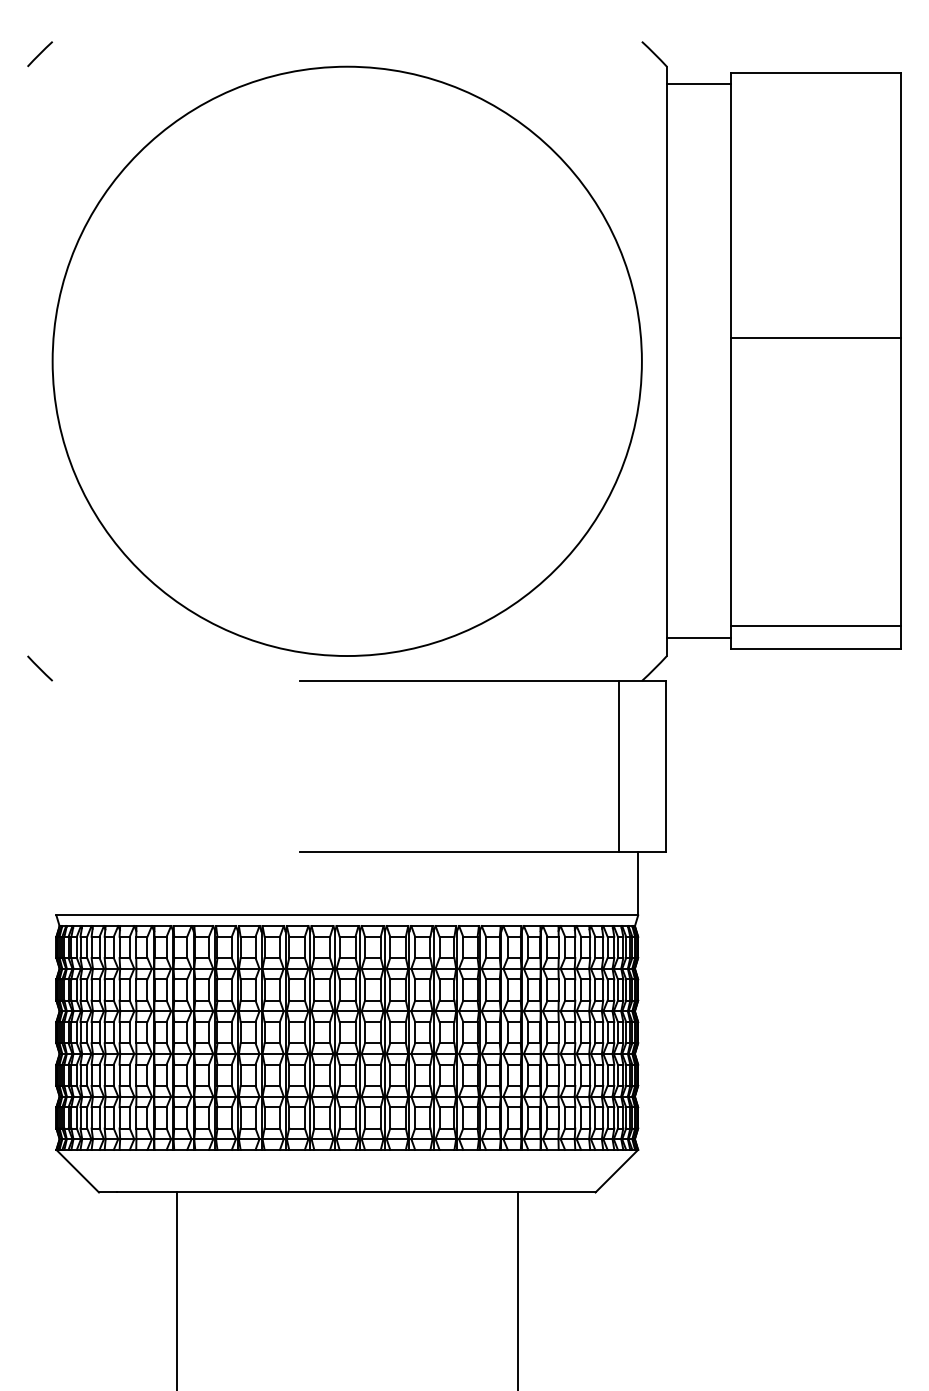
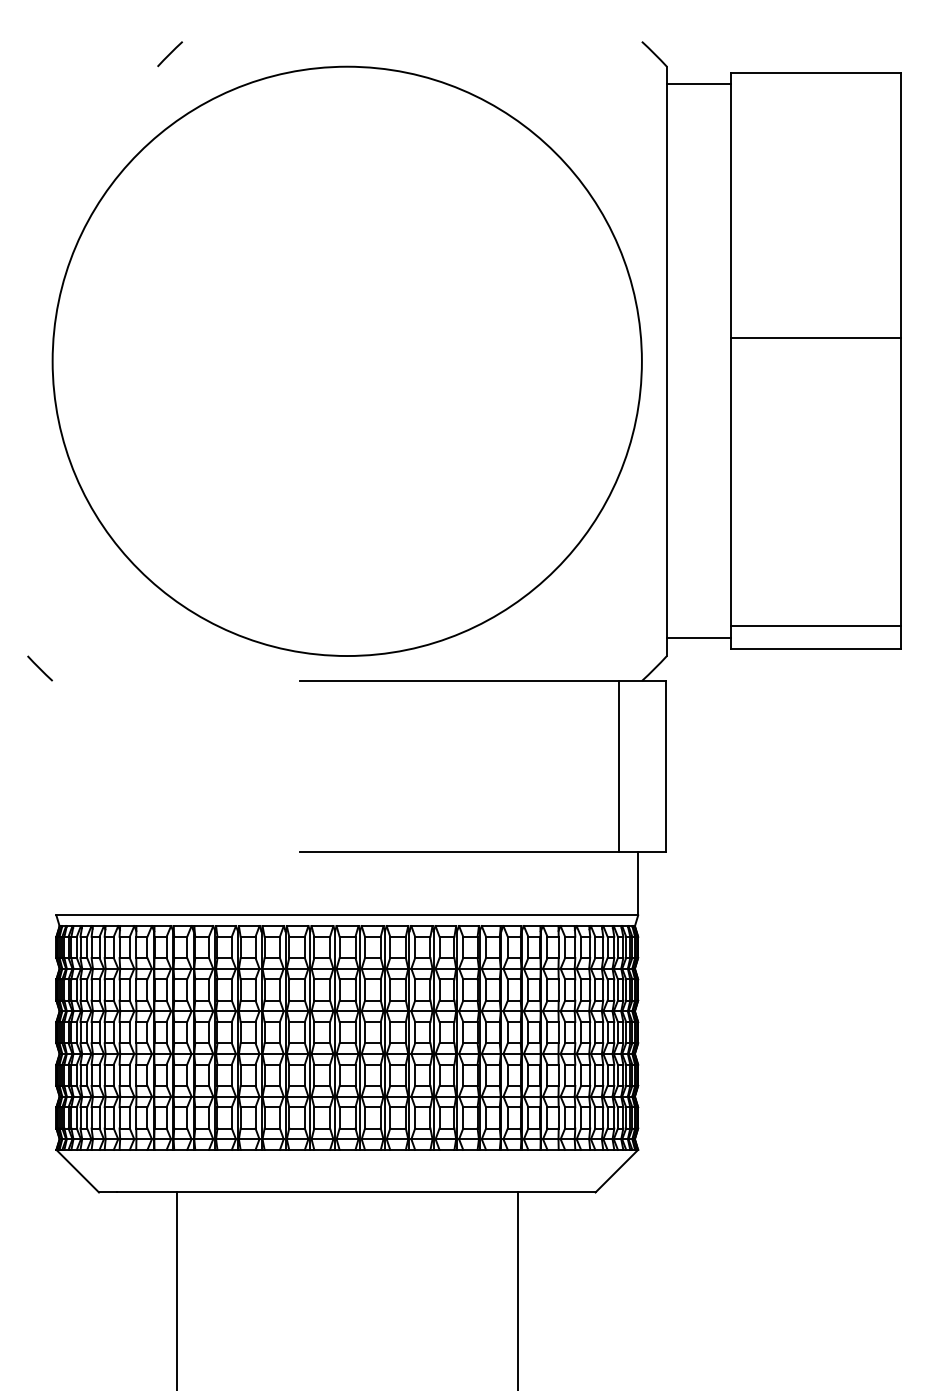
line at (39, 54) position: (39, 54) -> (169, 54)
